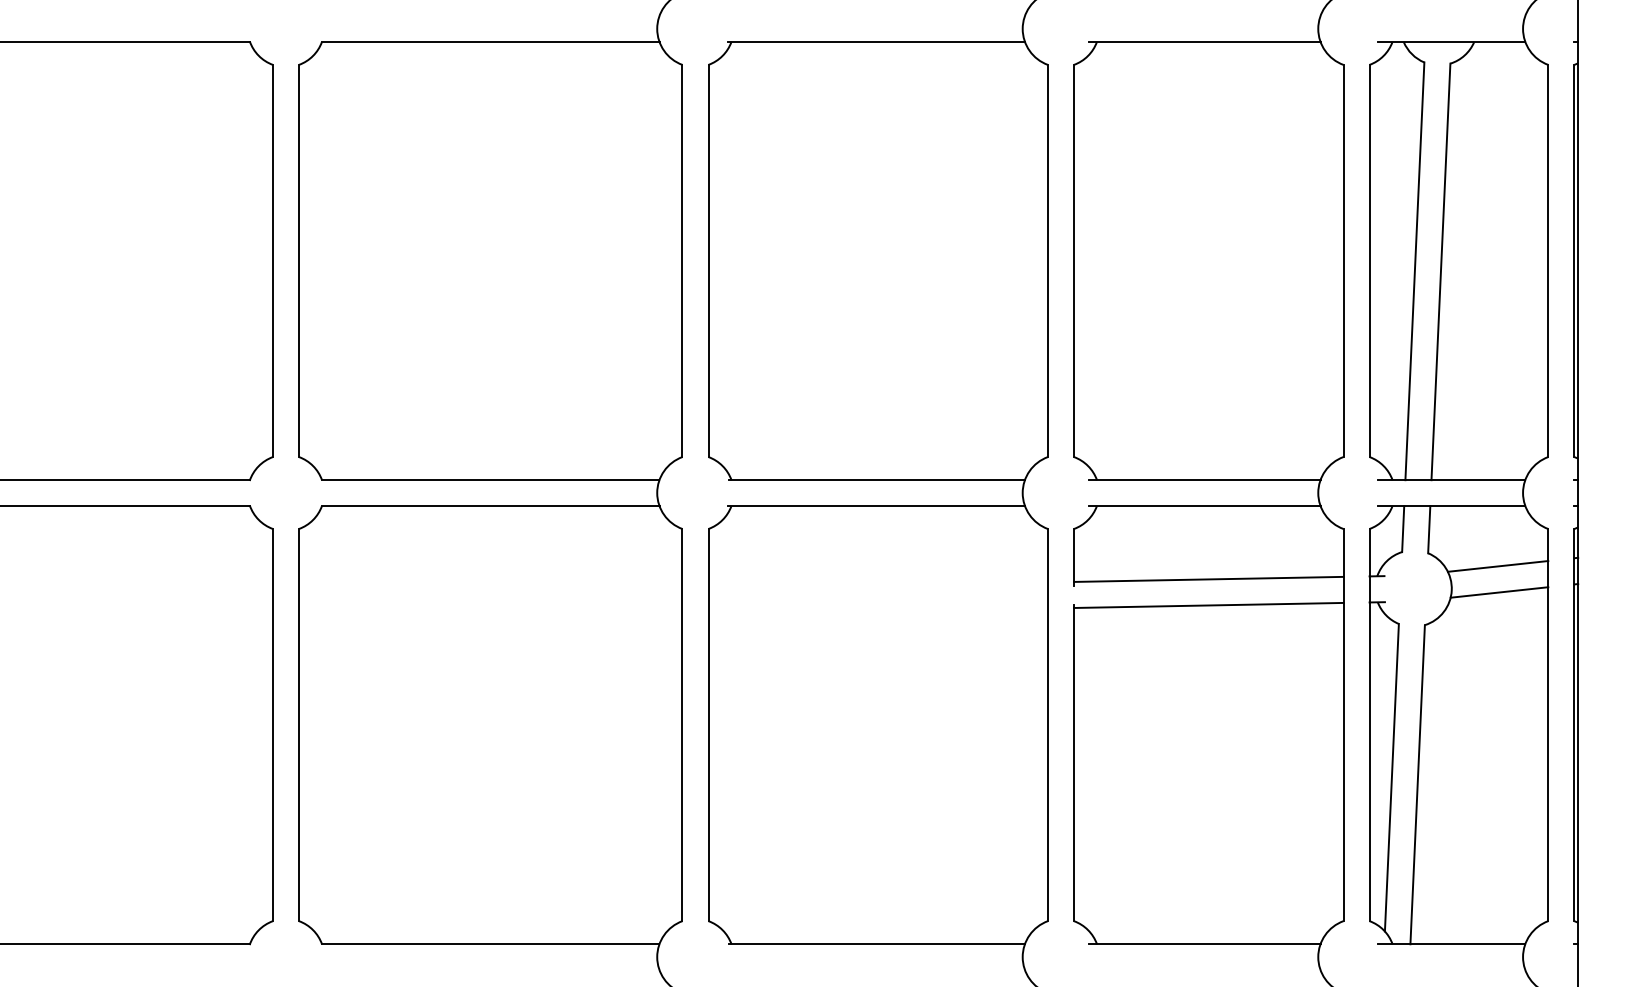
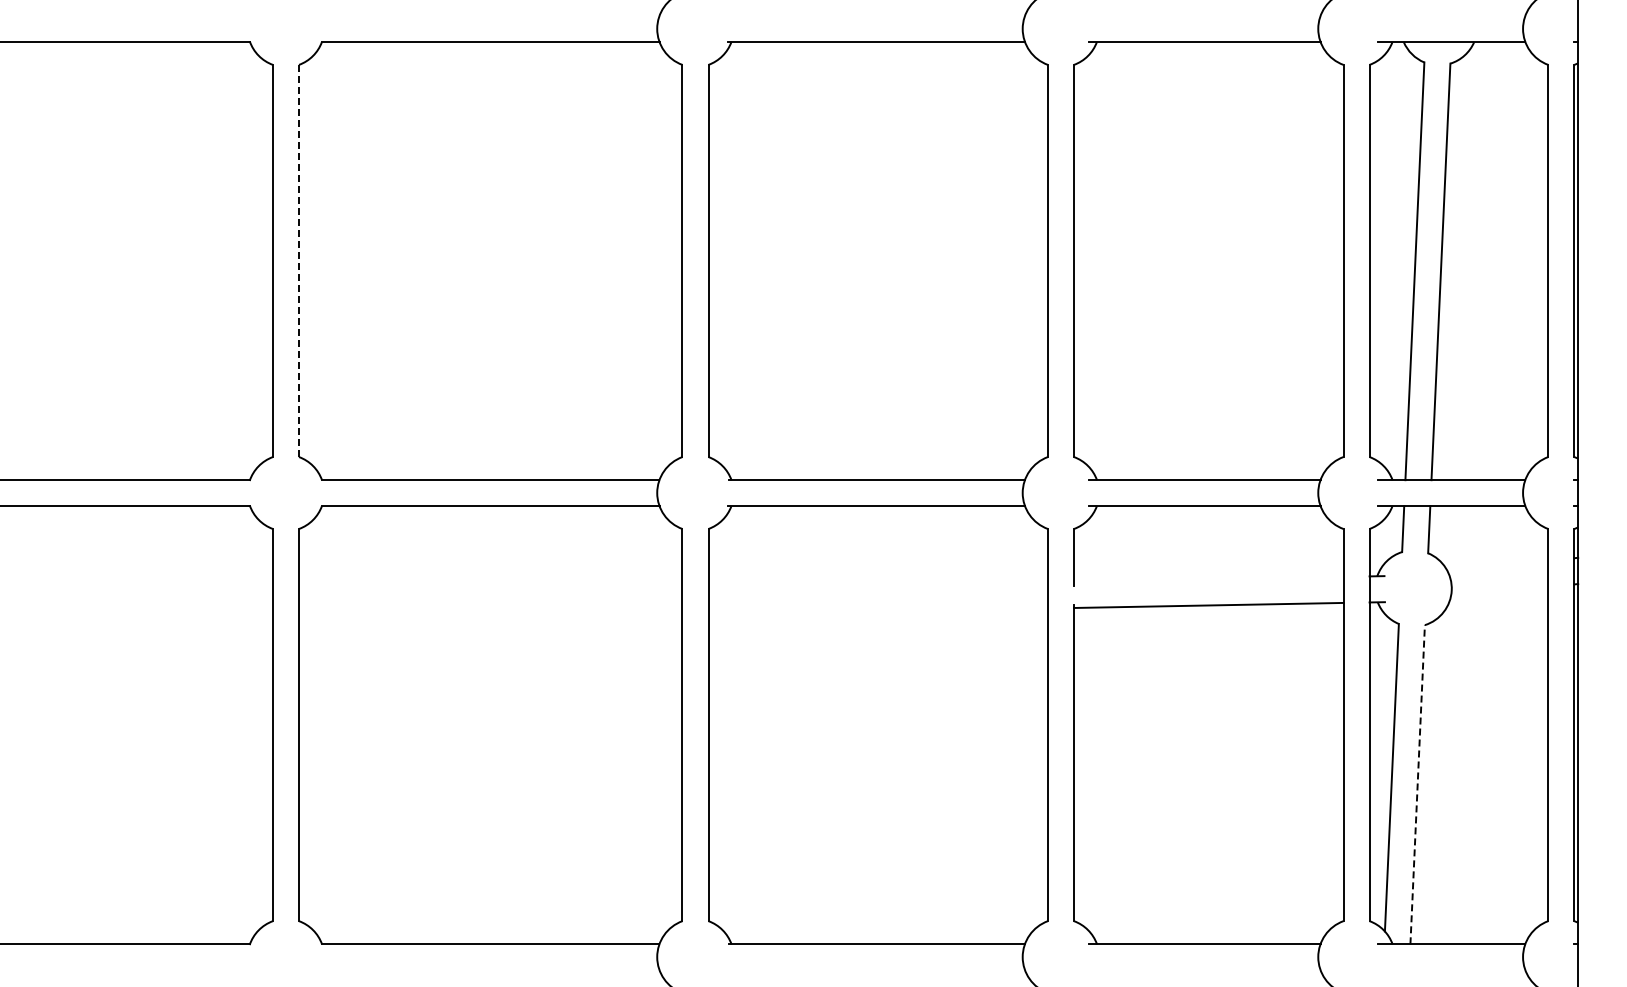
line at (299, 260): solid -> dashed
line at (1497, 566): present -> none
line at (1208, 578): present -> none
line at (1499, 592): present -> none
line at (1417, 784): solid -> dashed
